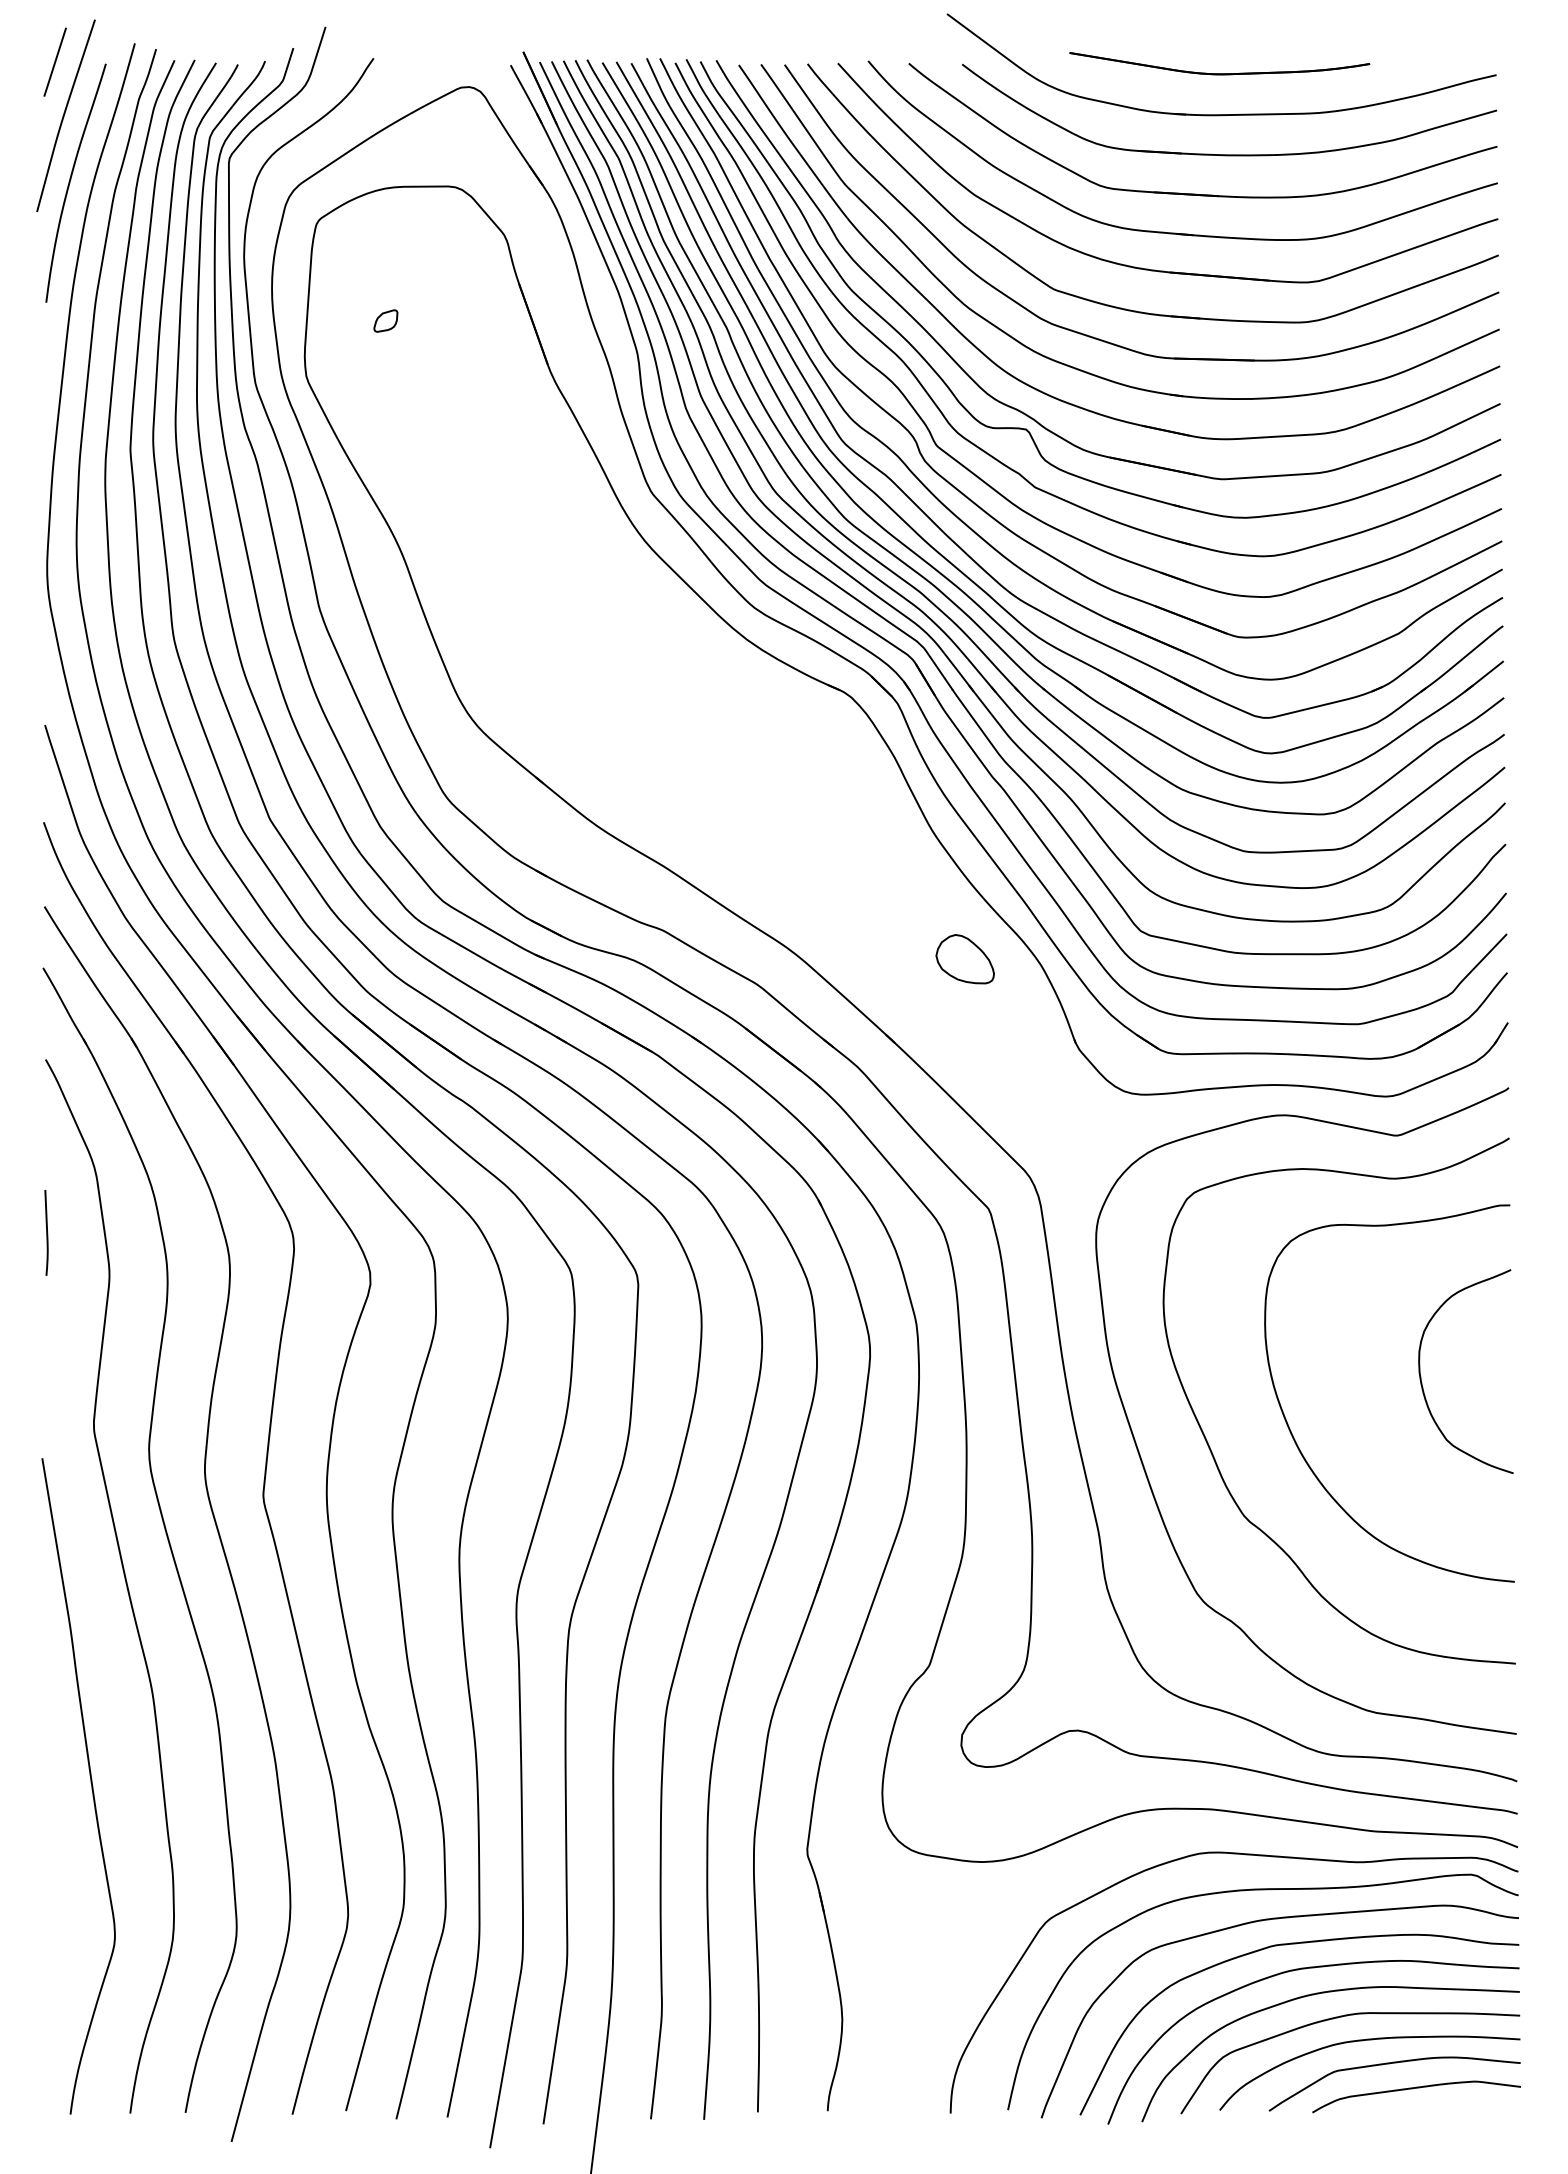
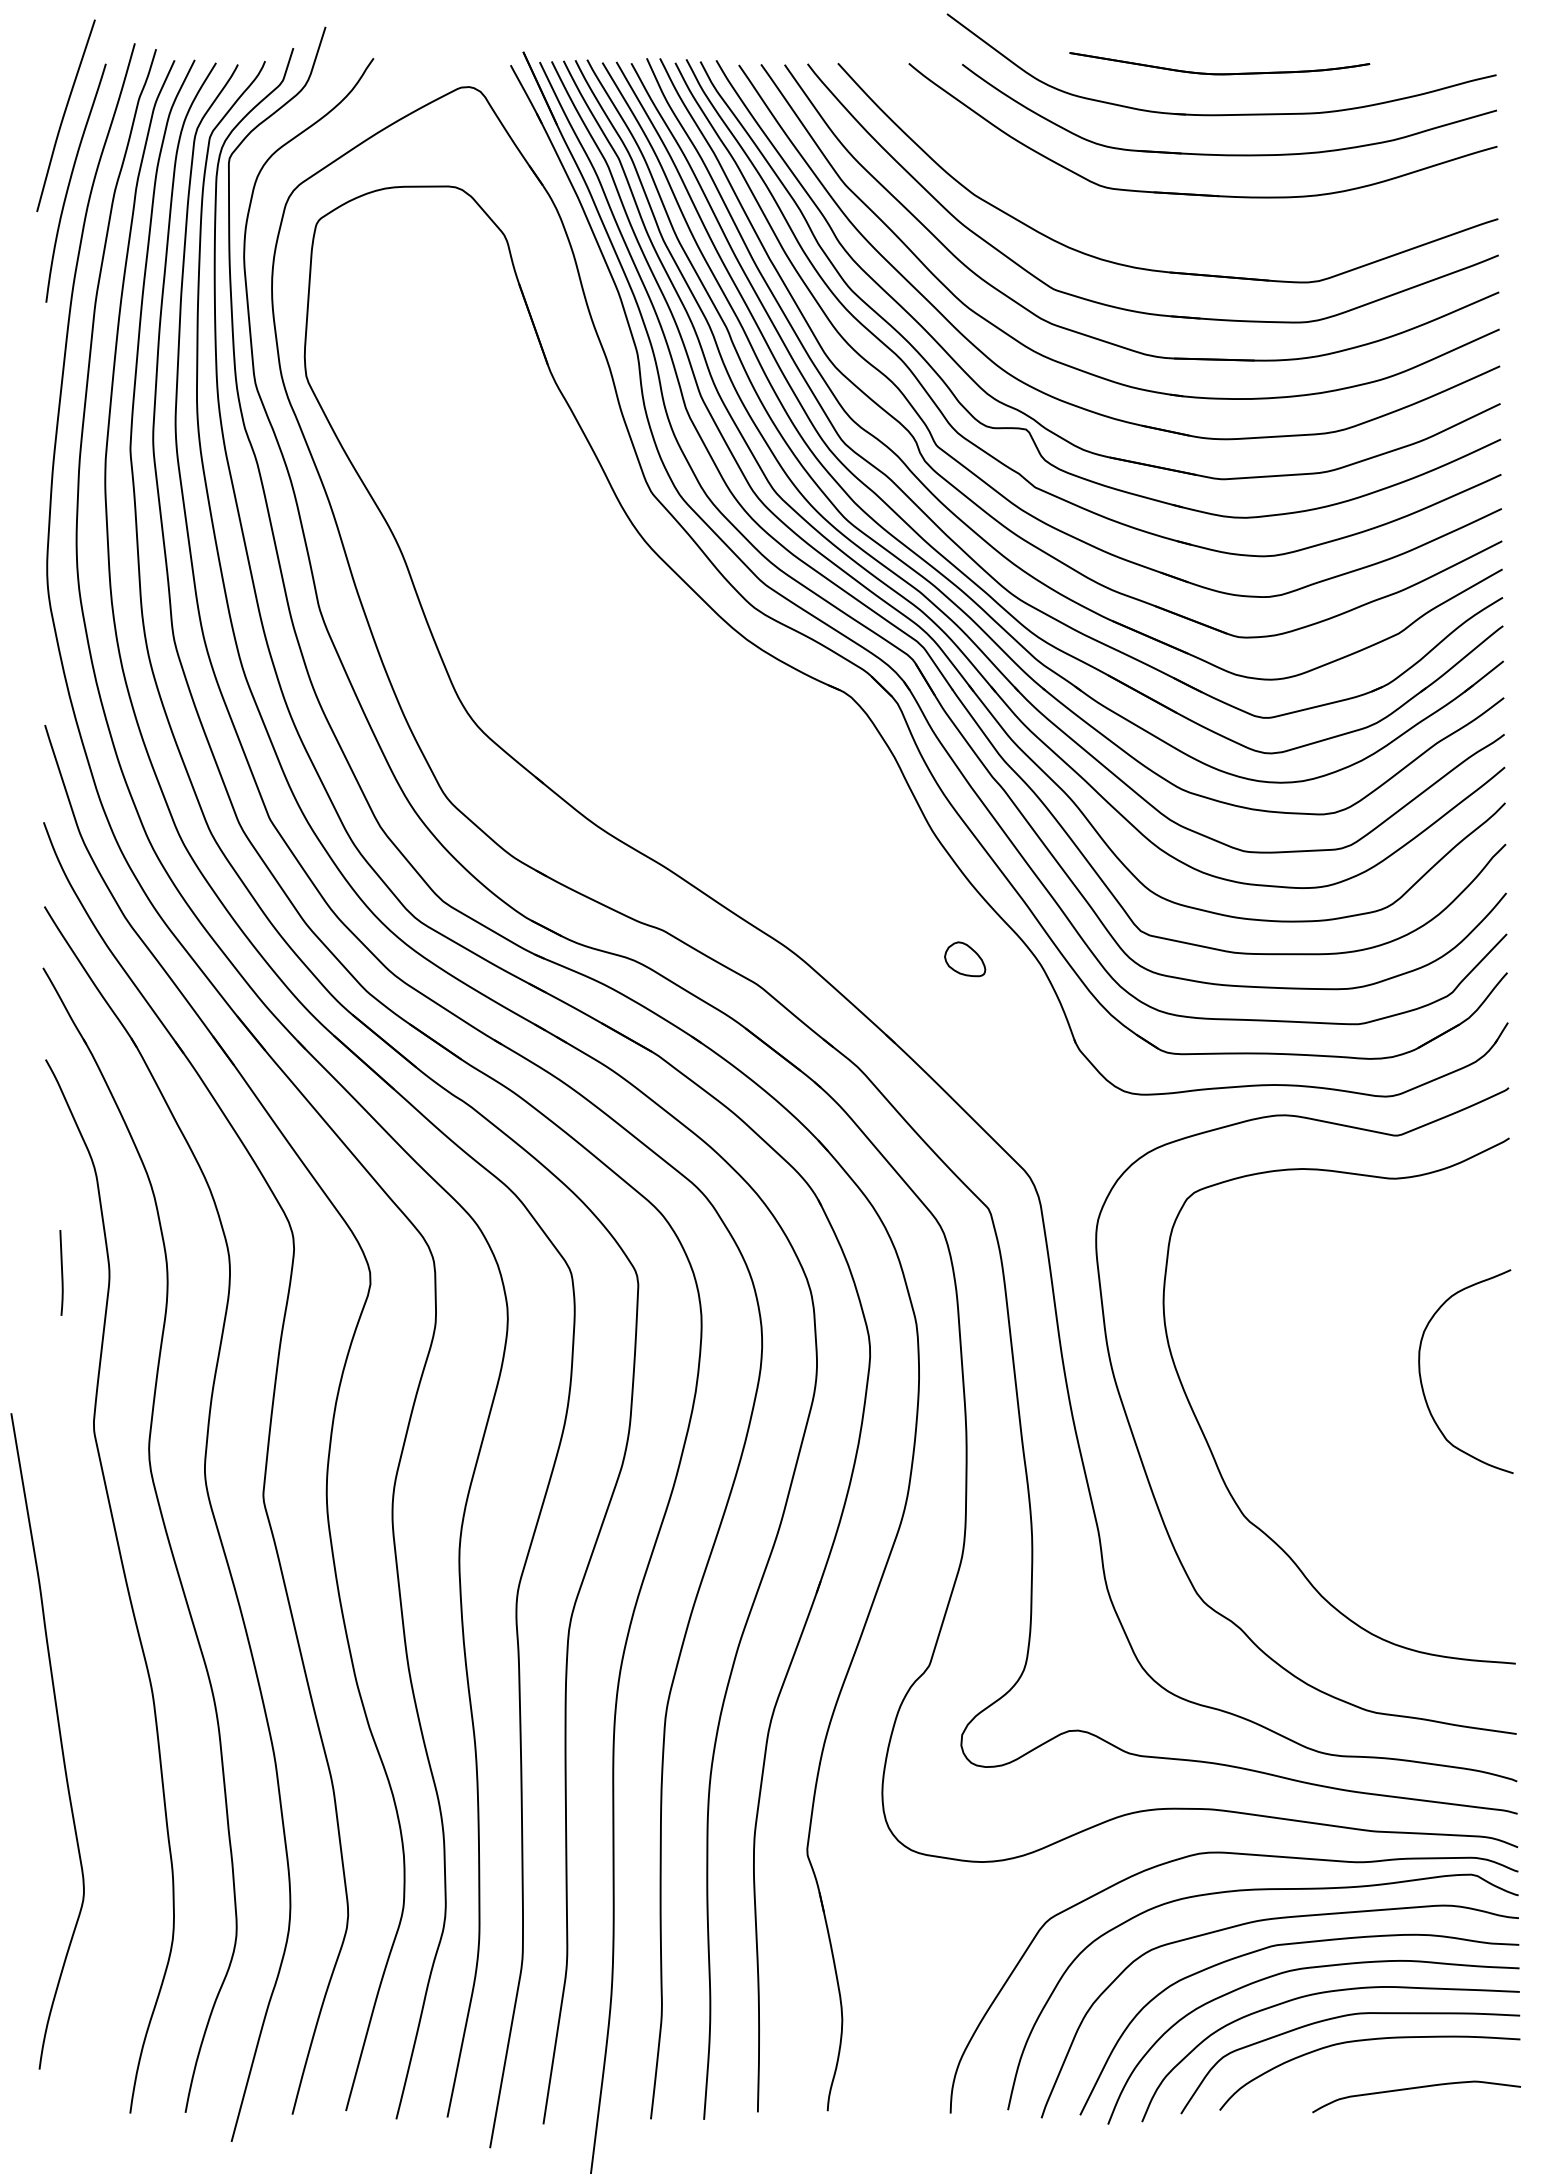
line at (54, 61): present -> none
part at (1175, 232): present -> none
part at (385, 320): present -> none
part at (964, 959) size: 60x51 px -> 43x37 px
curve at (46, 1232) position: (46, 1232) -> (61, 1272)
curve at (1295, 1439): present -> none
curve at (90, 1782) position: (90, 1782) -> (59, 1737)
curve at (1389, 2064): present -> none
